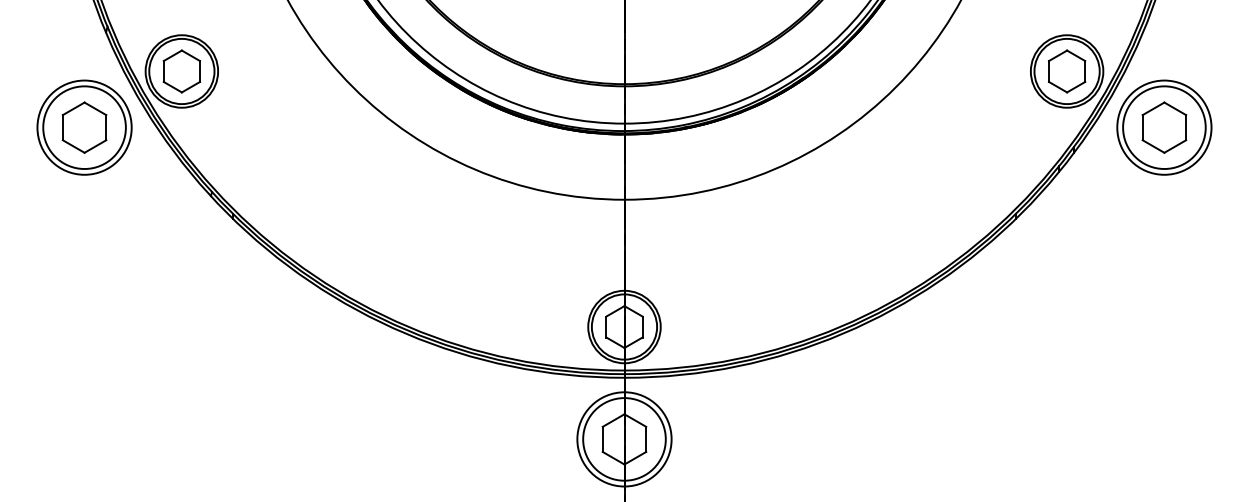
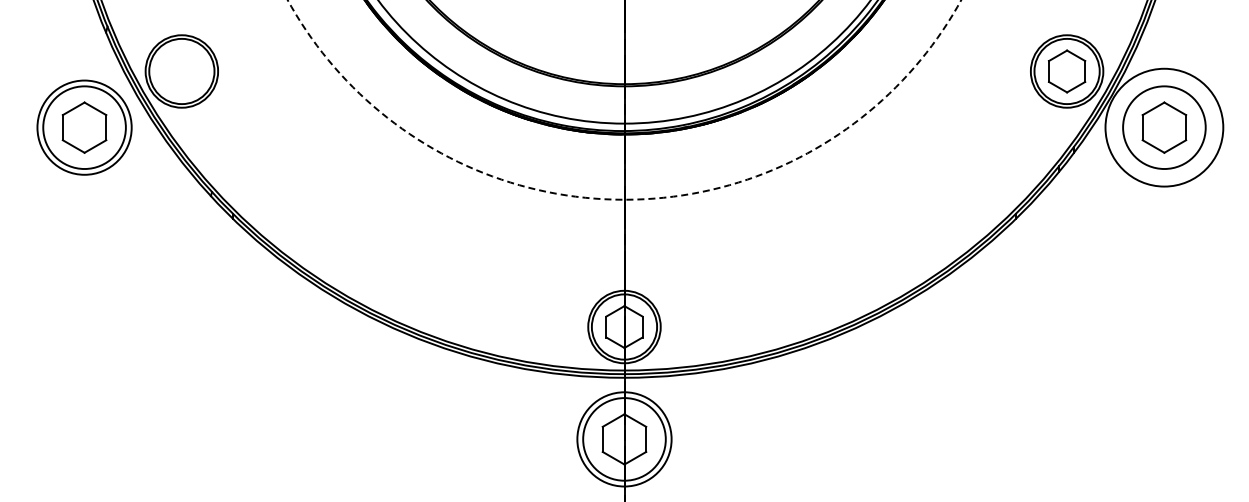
part at (181, 71): present -> none
circle at (624, 99): solid -> dashed
circle at (1164, 127) diameter: 94 px -> 118 px
